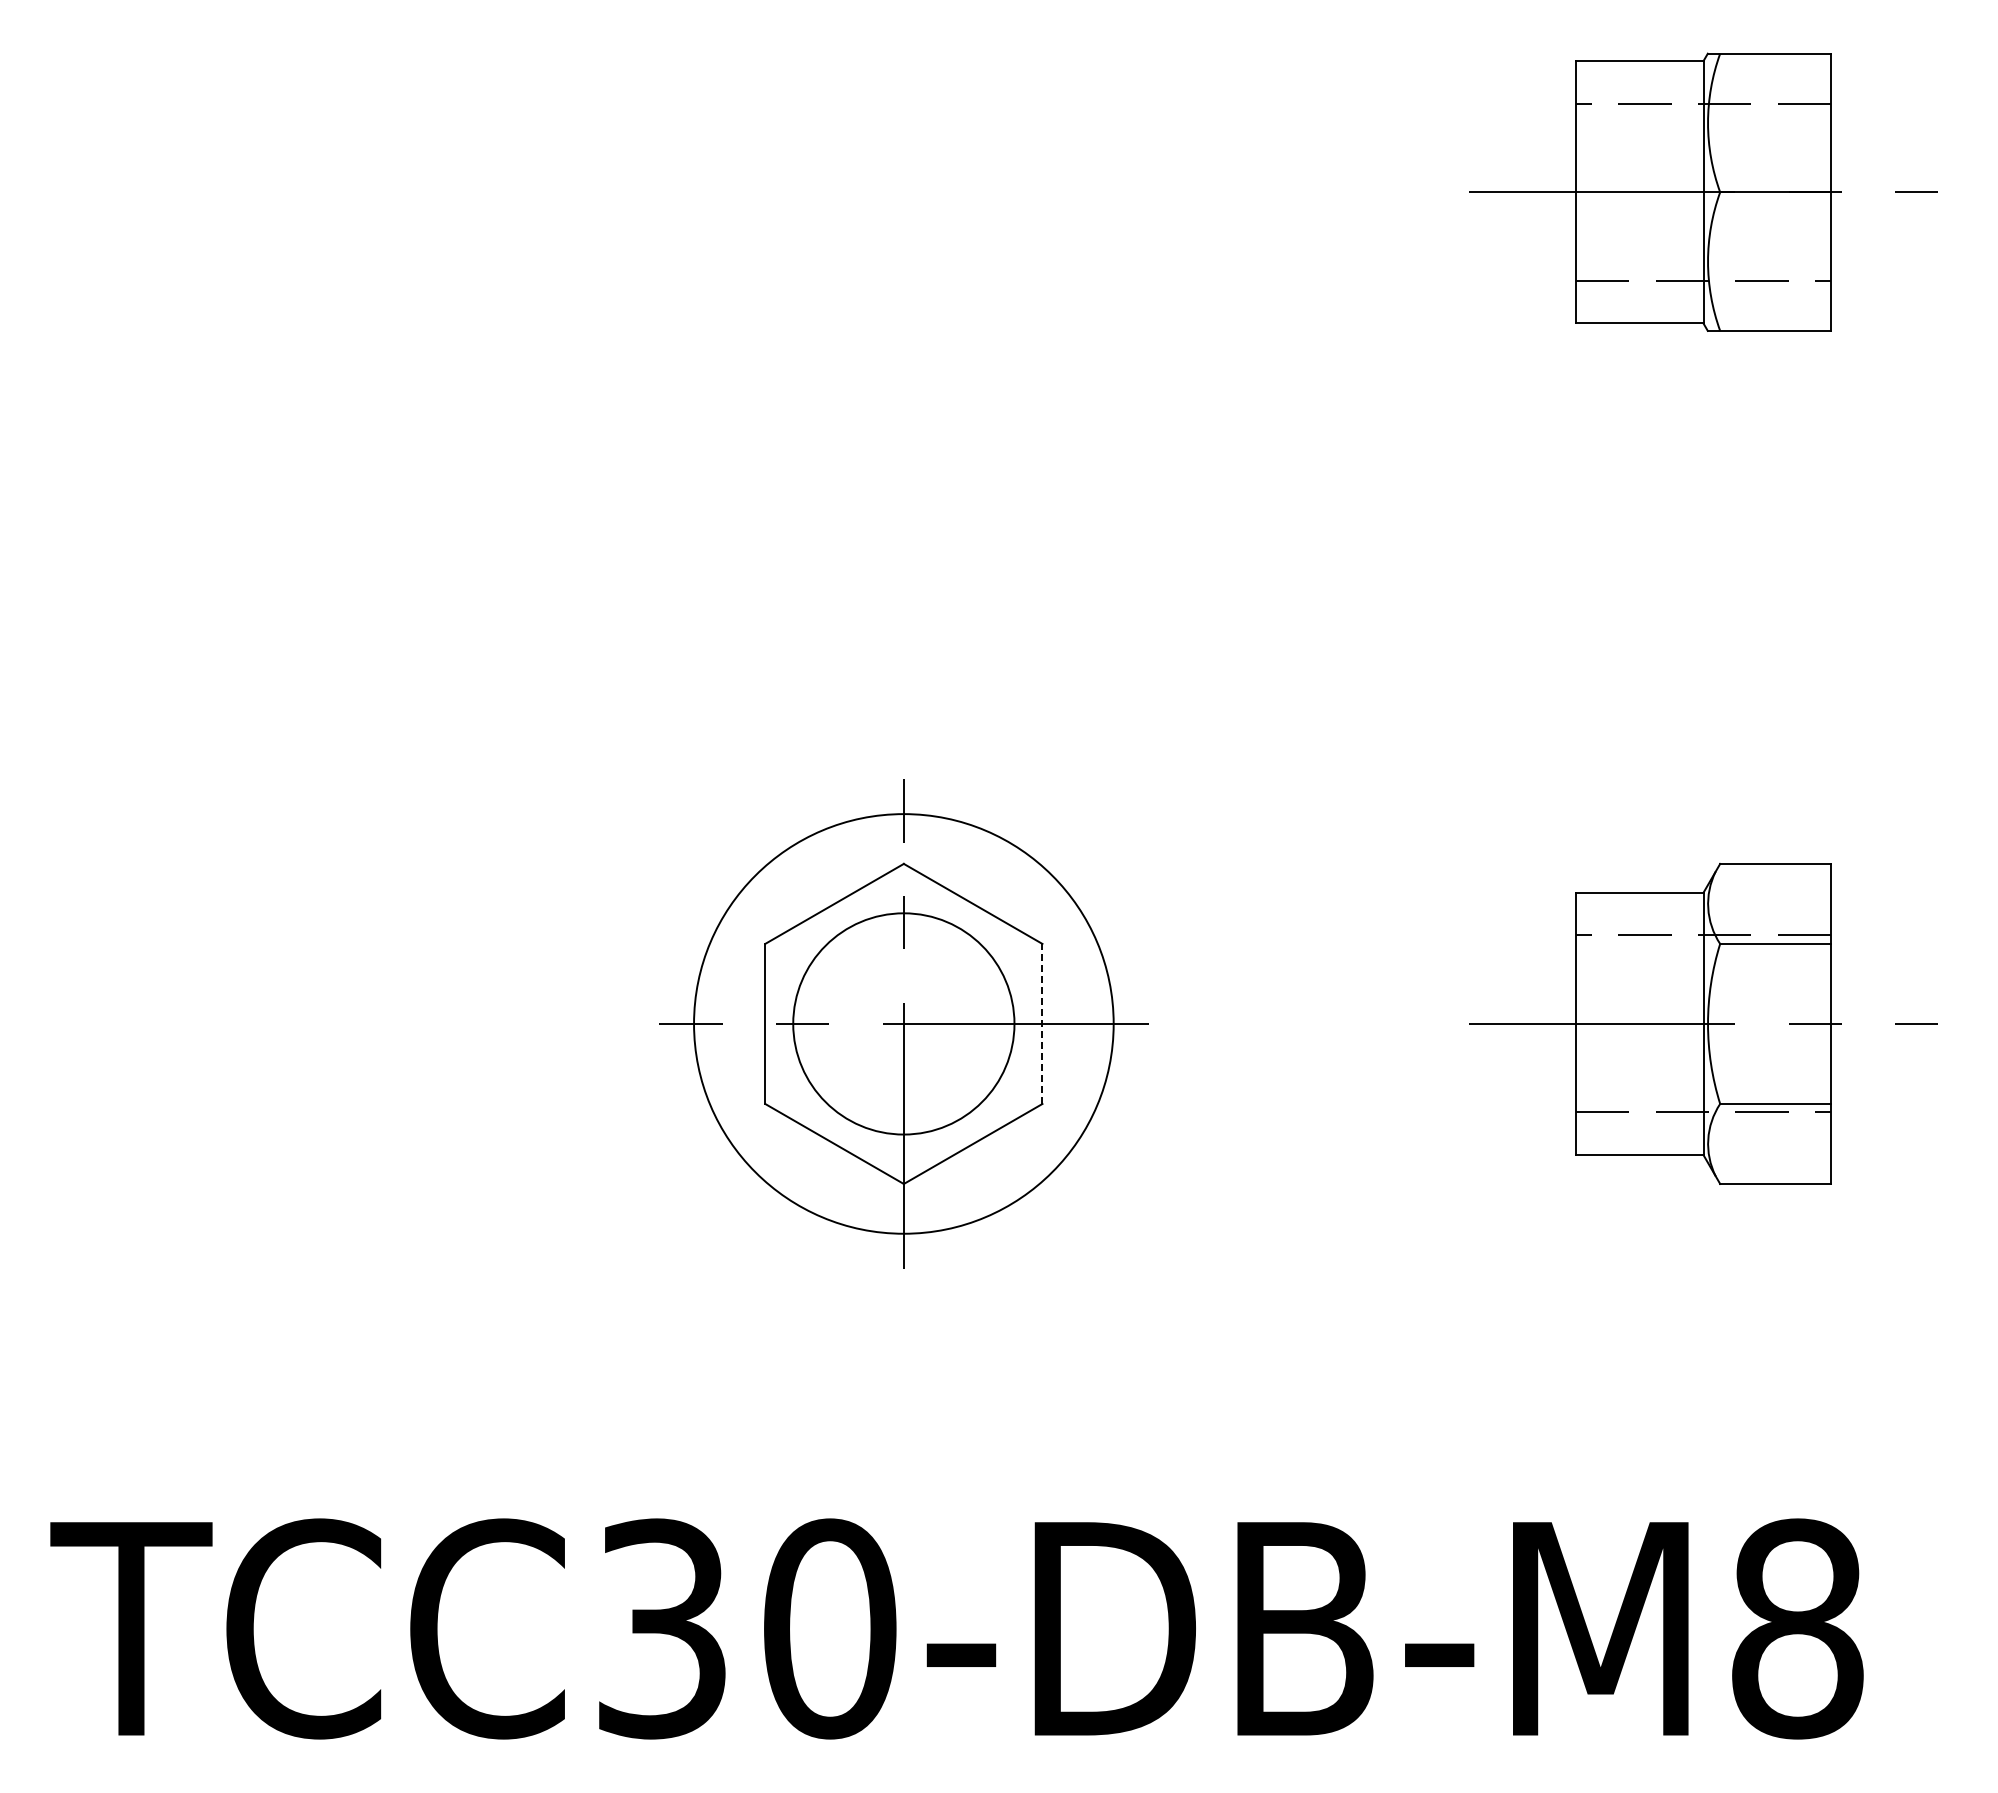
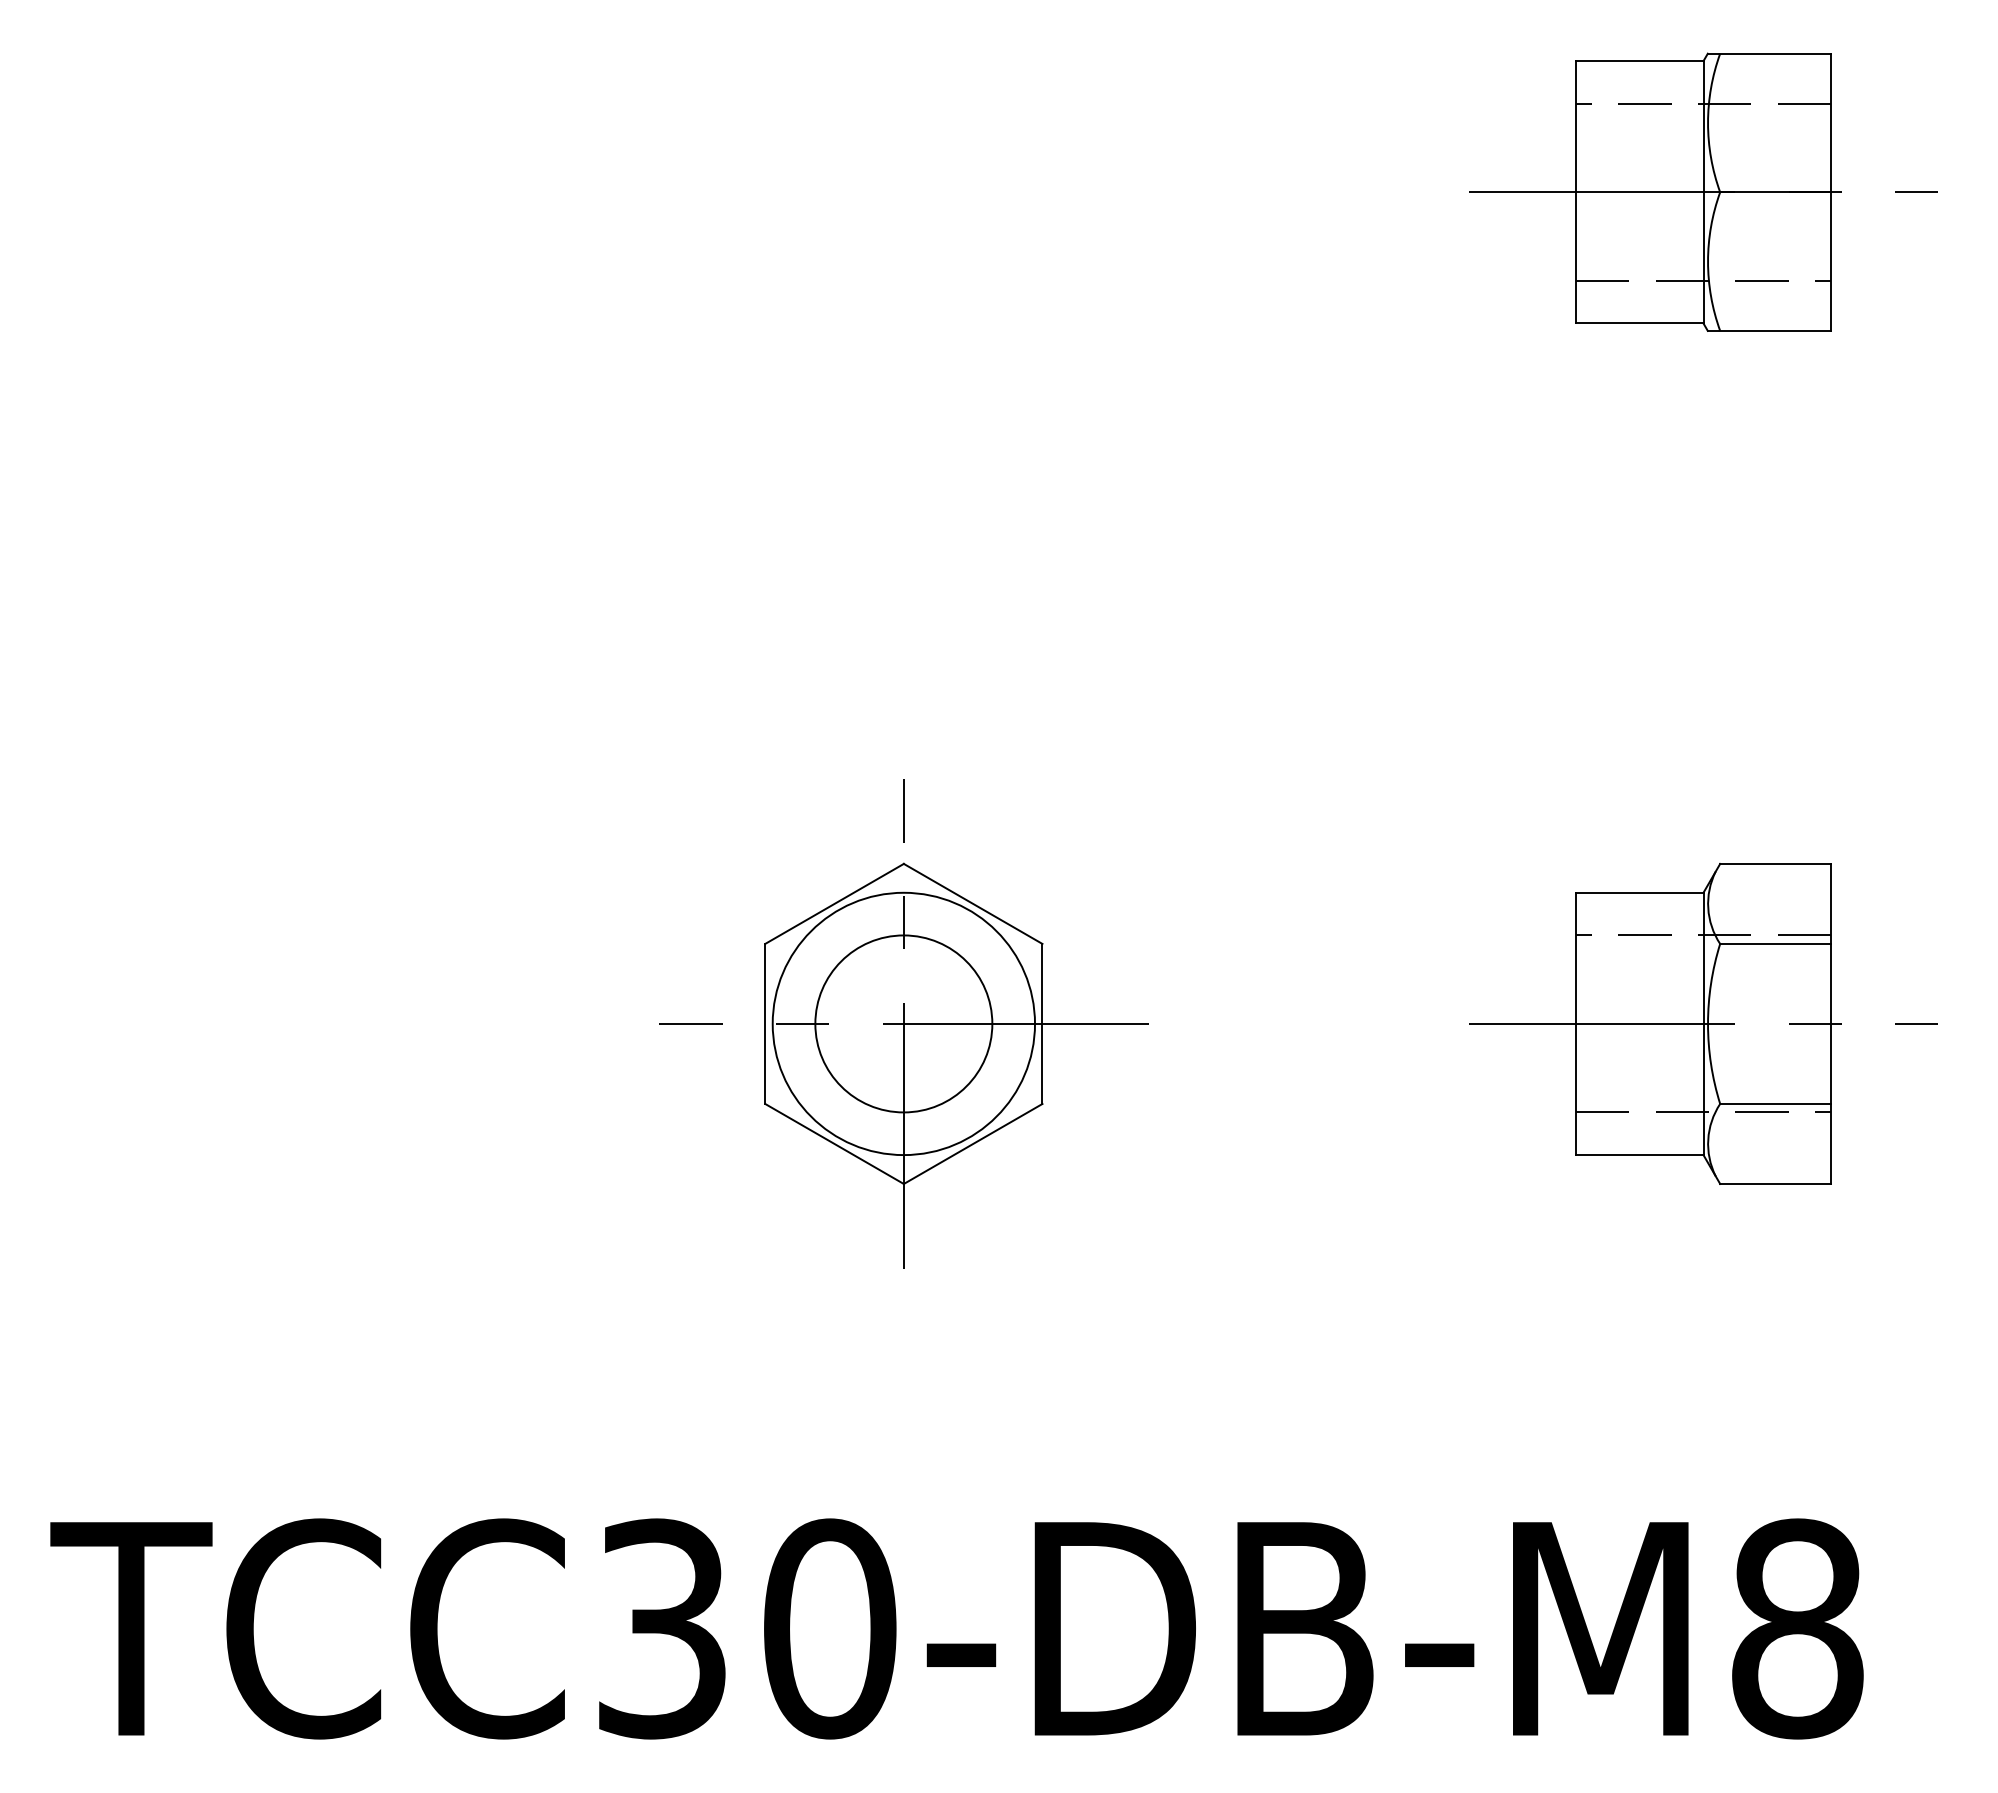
circle at (903, 1023) diameter: 221 px -> 177 px
circle at (903, 1023) diameter: 420 px -> 262 px
line at (1042, 1023): dashed -> solid
